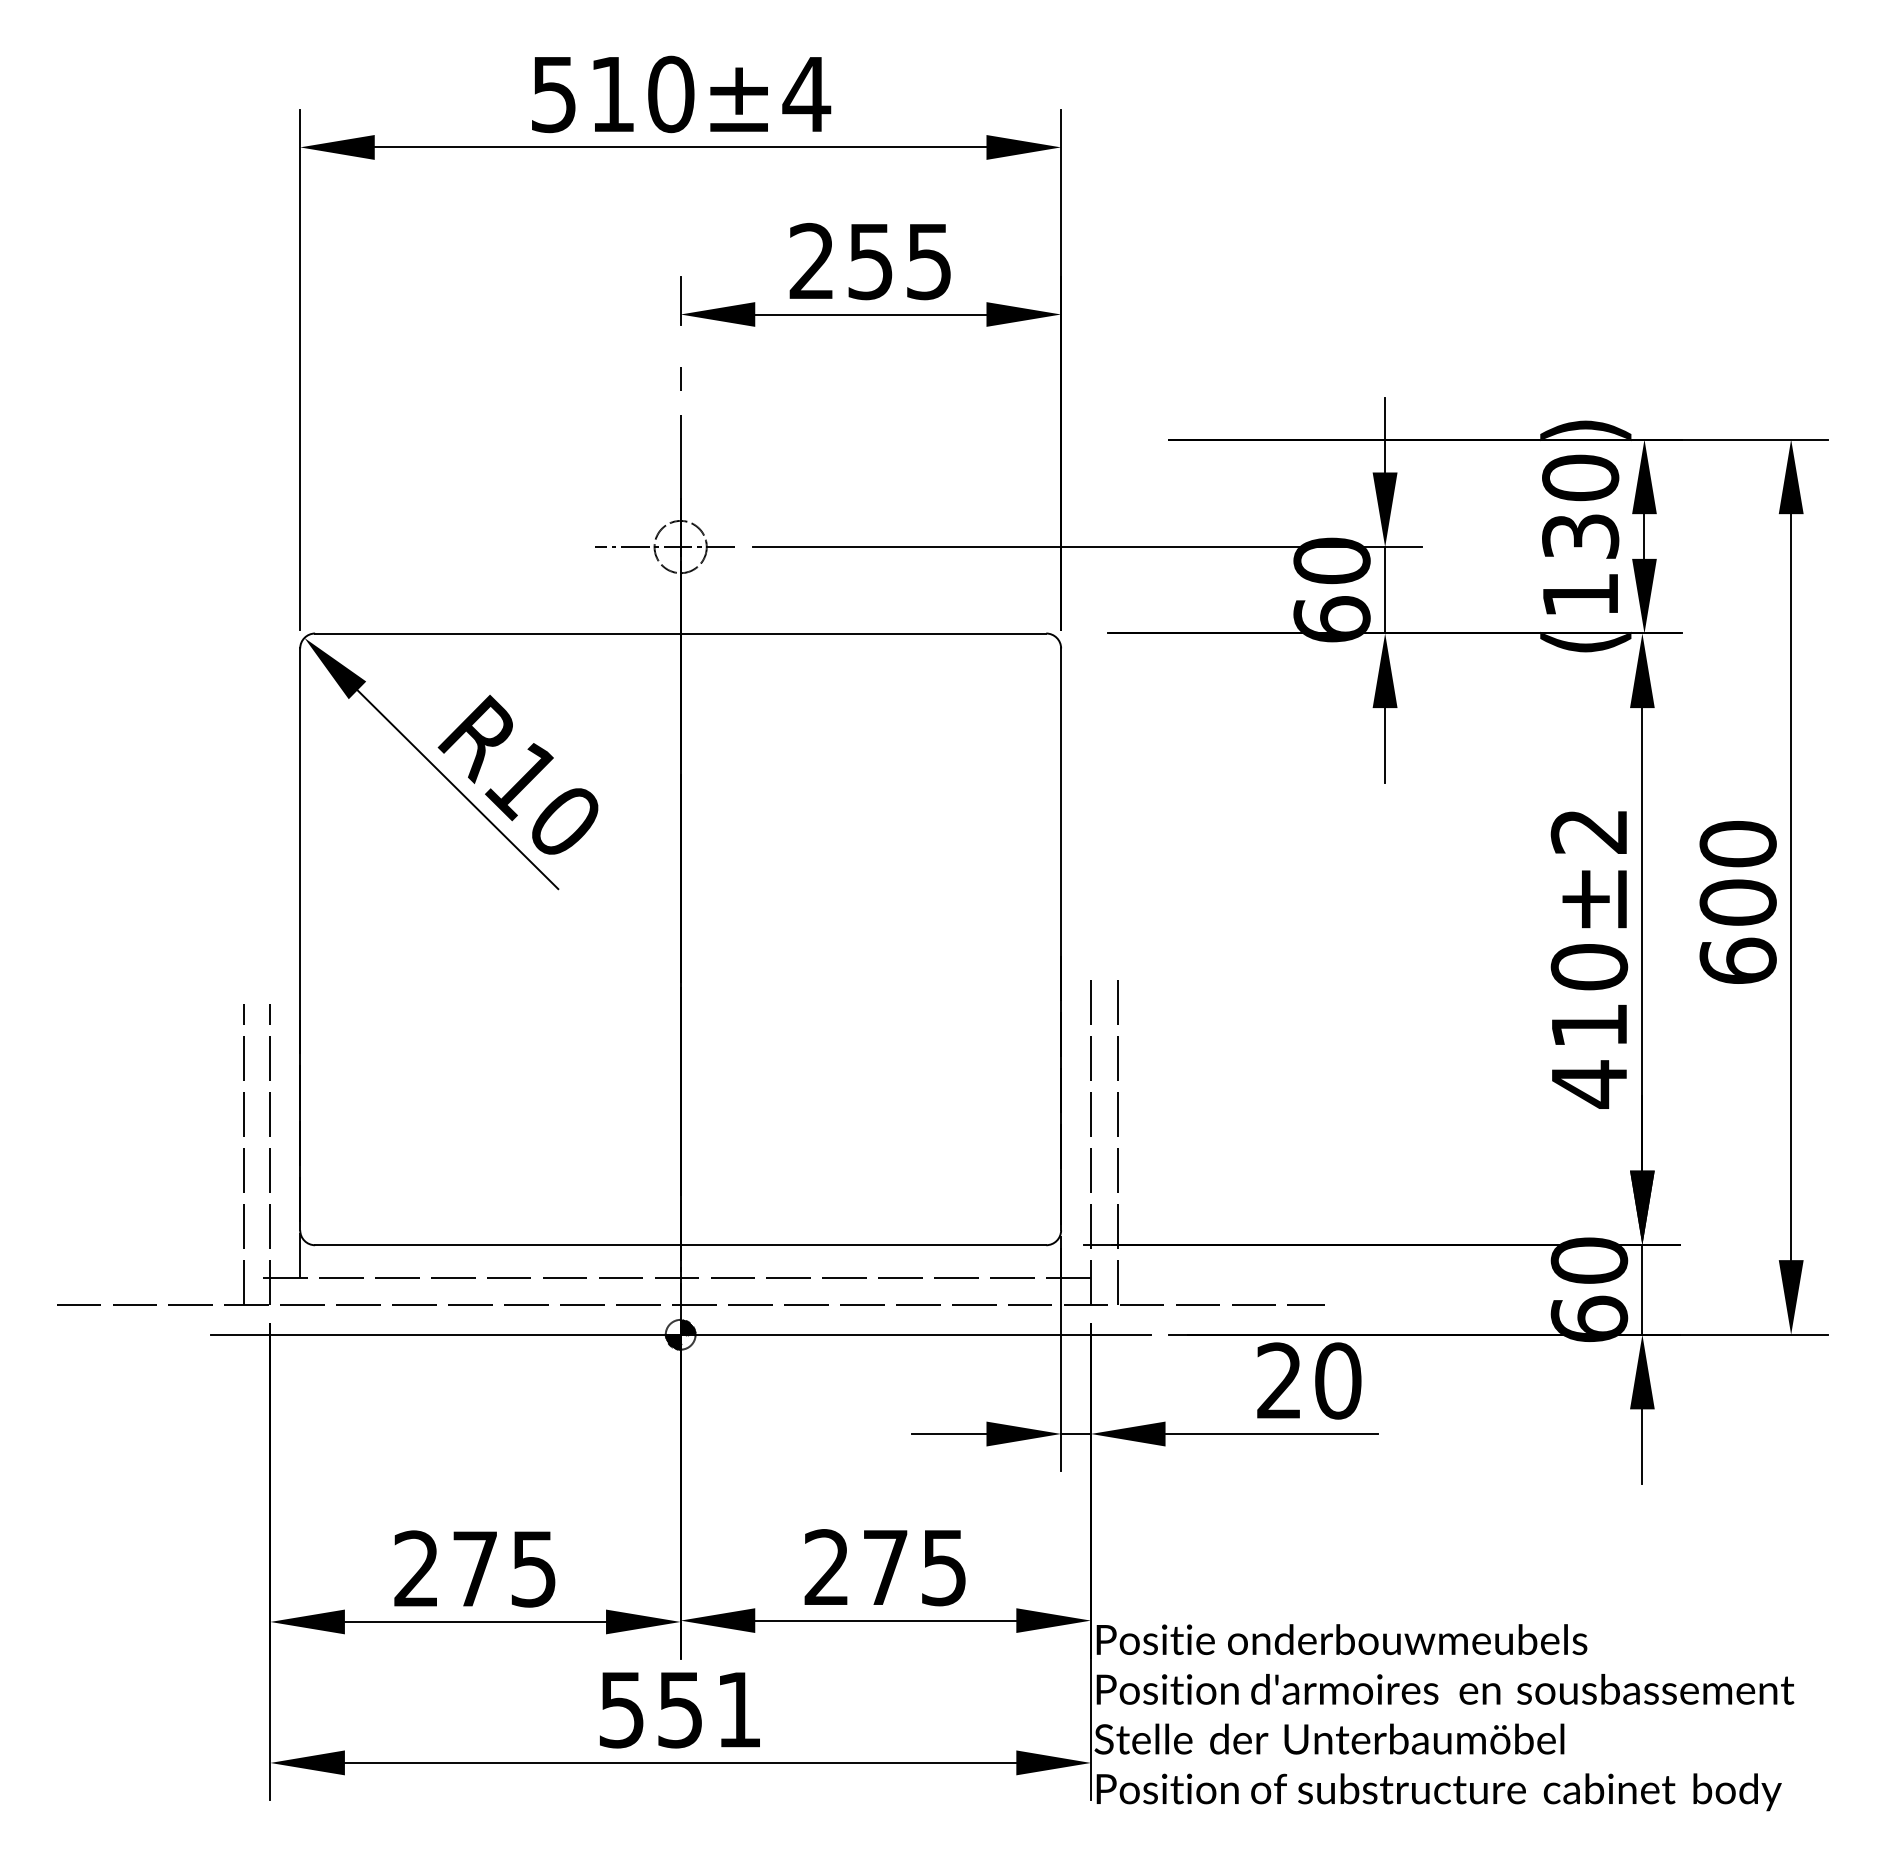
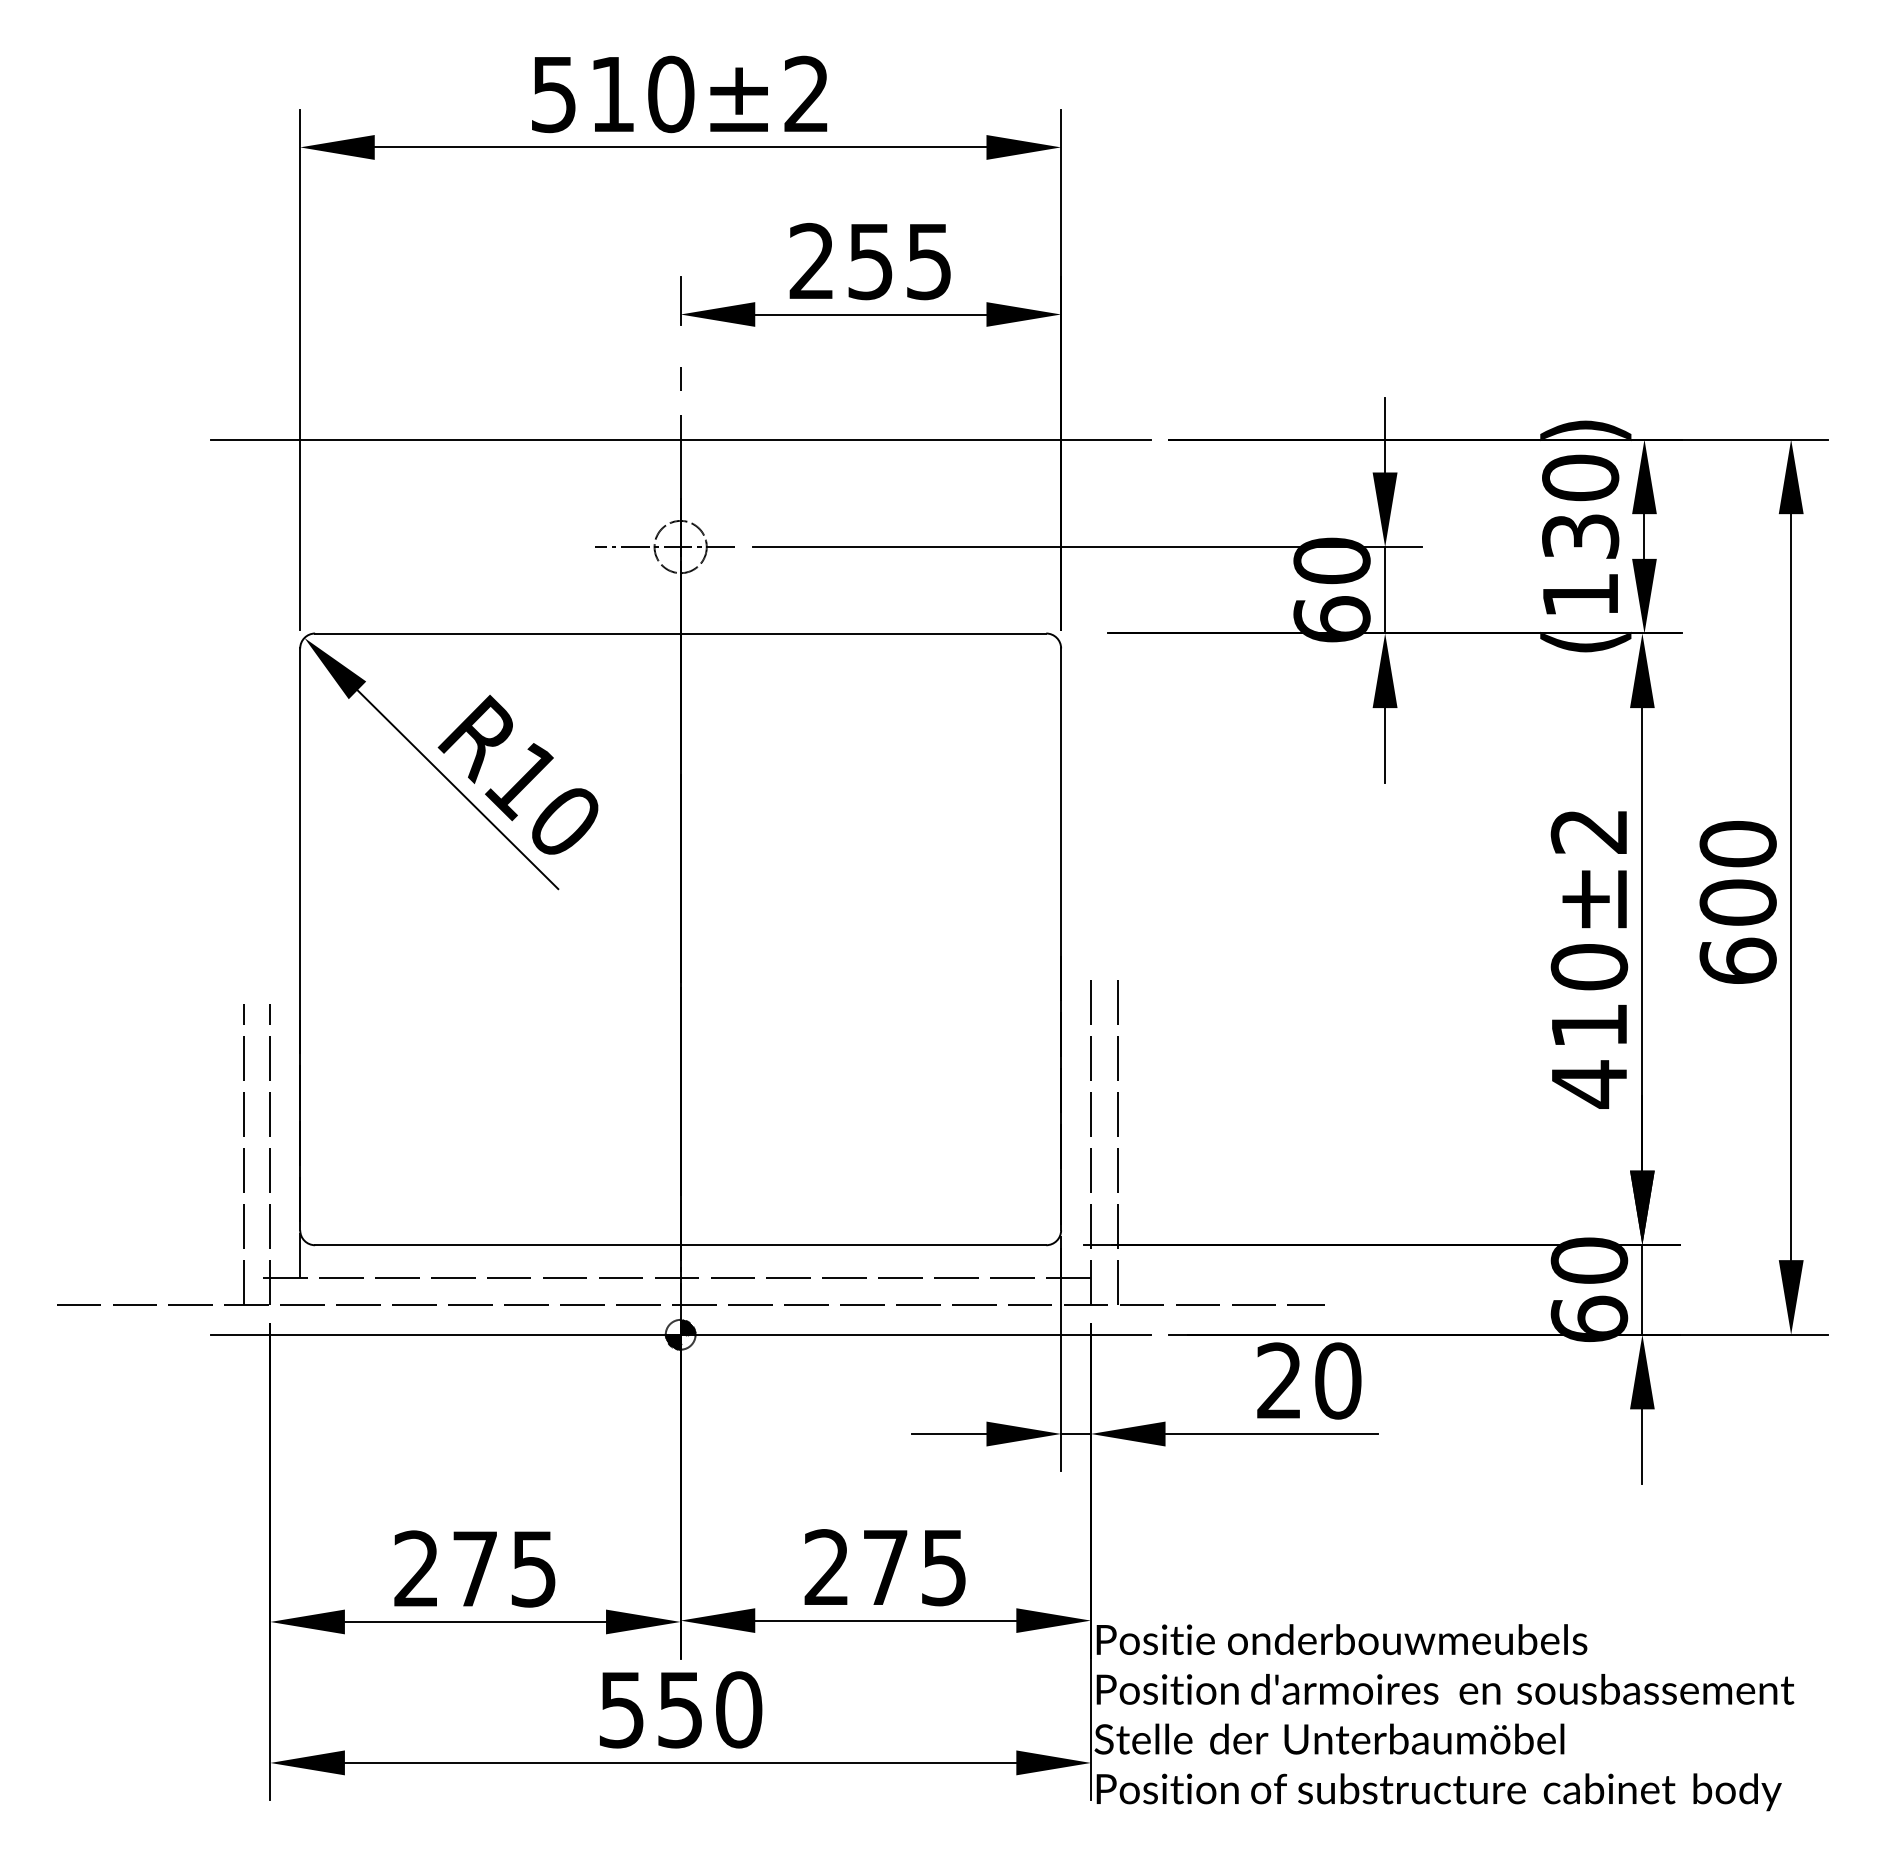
text at (806, 93): 510±4 -> 510±2
line at (680, 439): none -> present
text at (739, 1709): 551 -> 550
